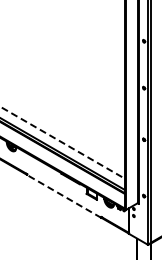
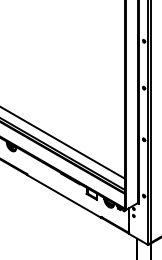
line at (62, 142): dashed -> solid
line at (64, 196): dashed -> solid
